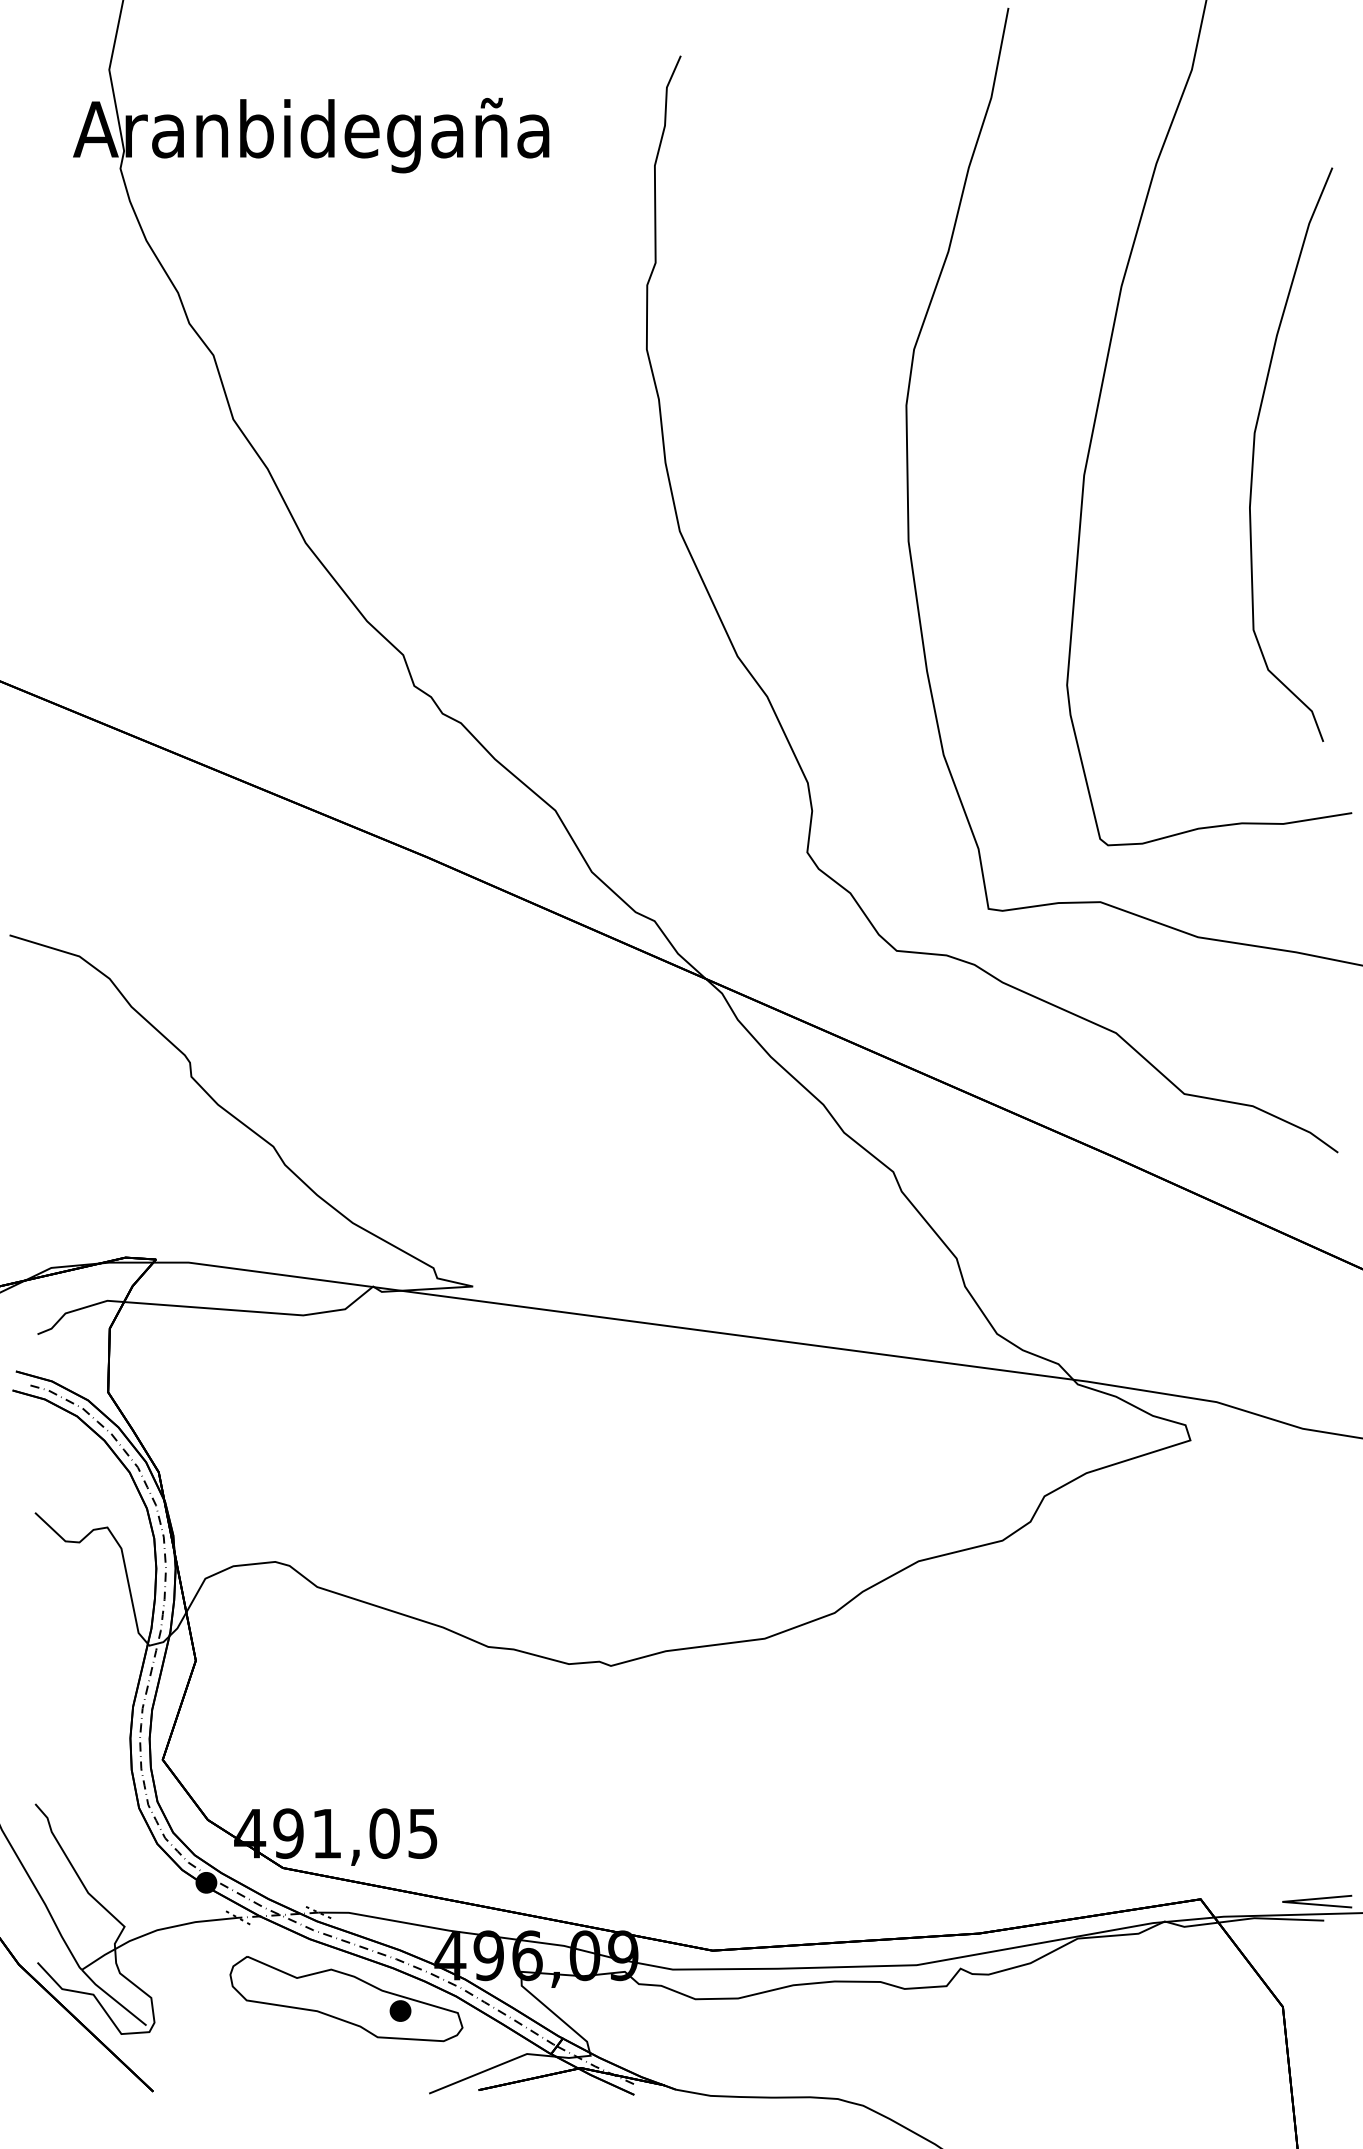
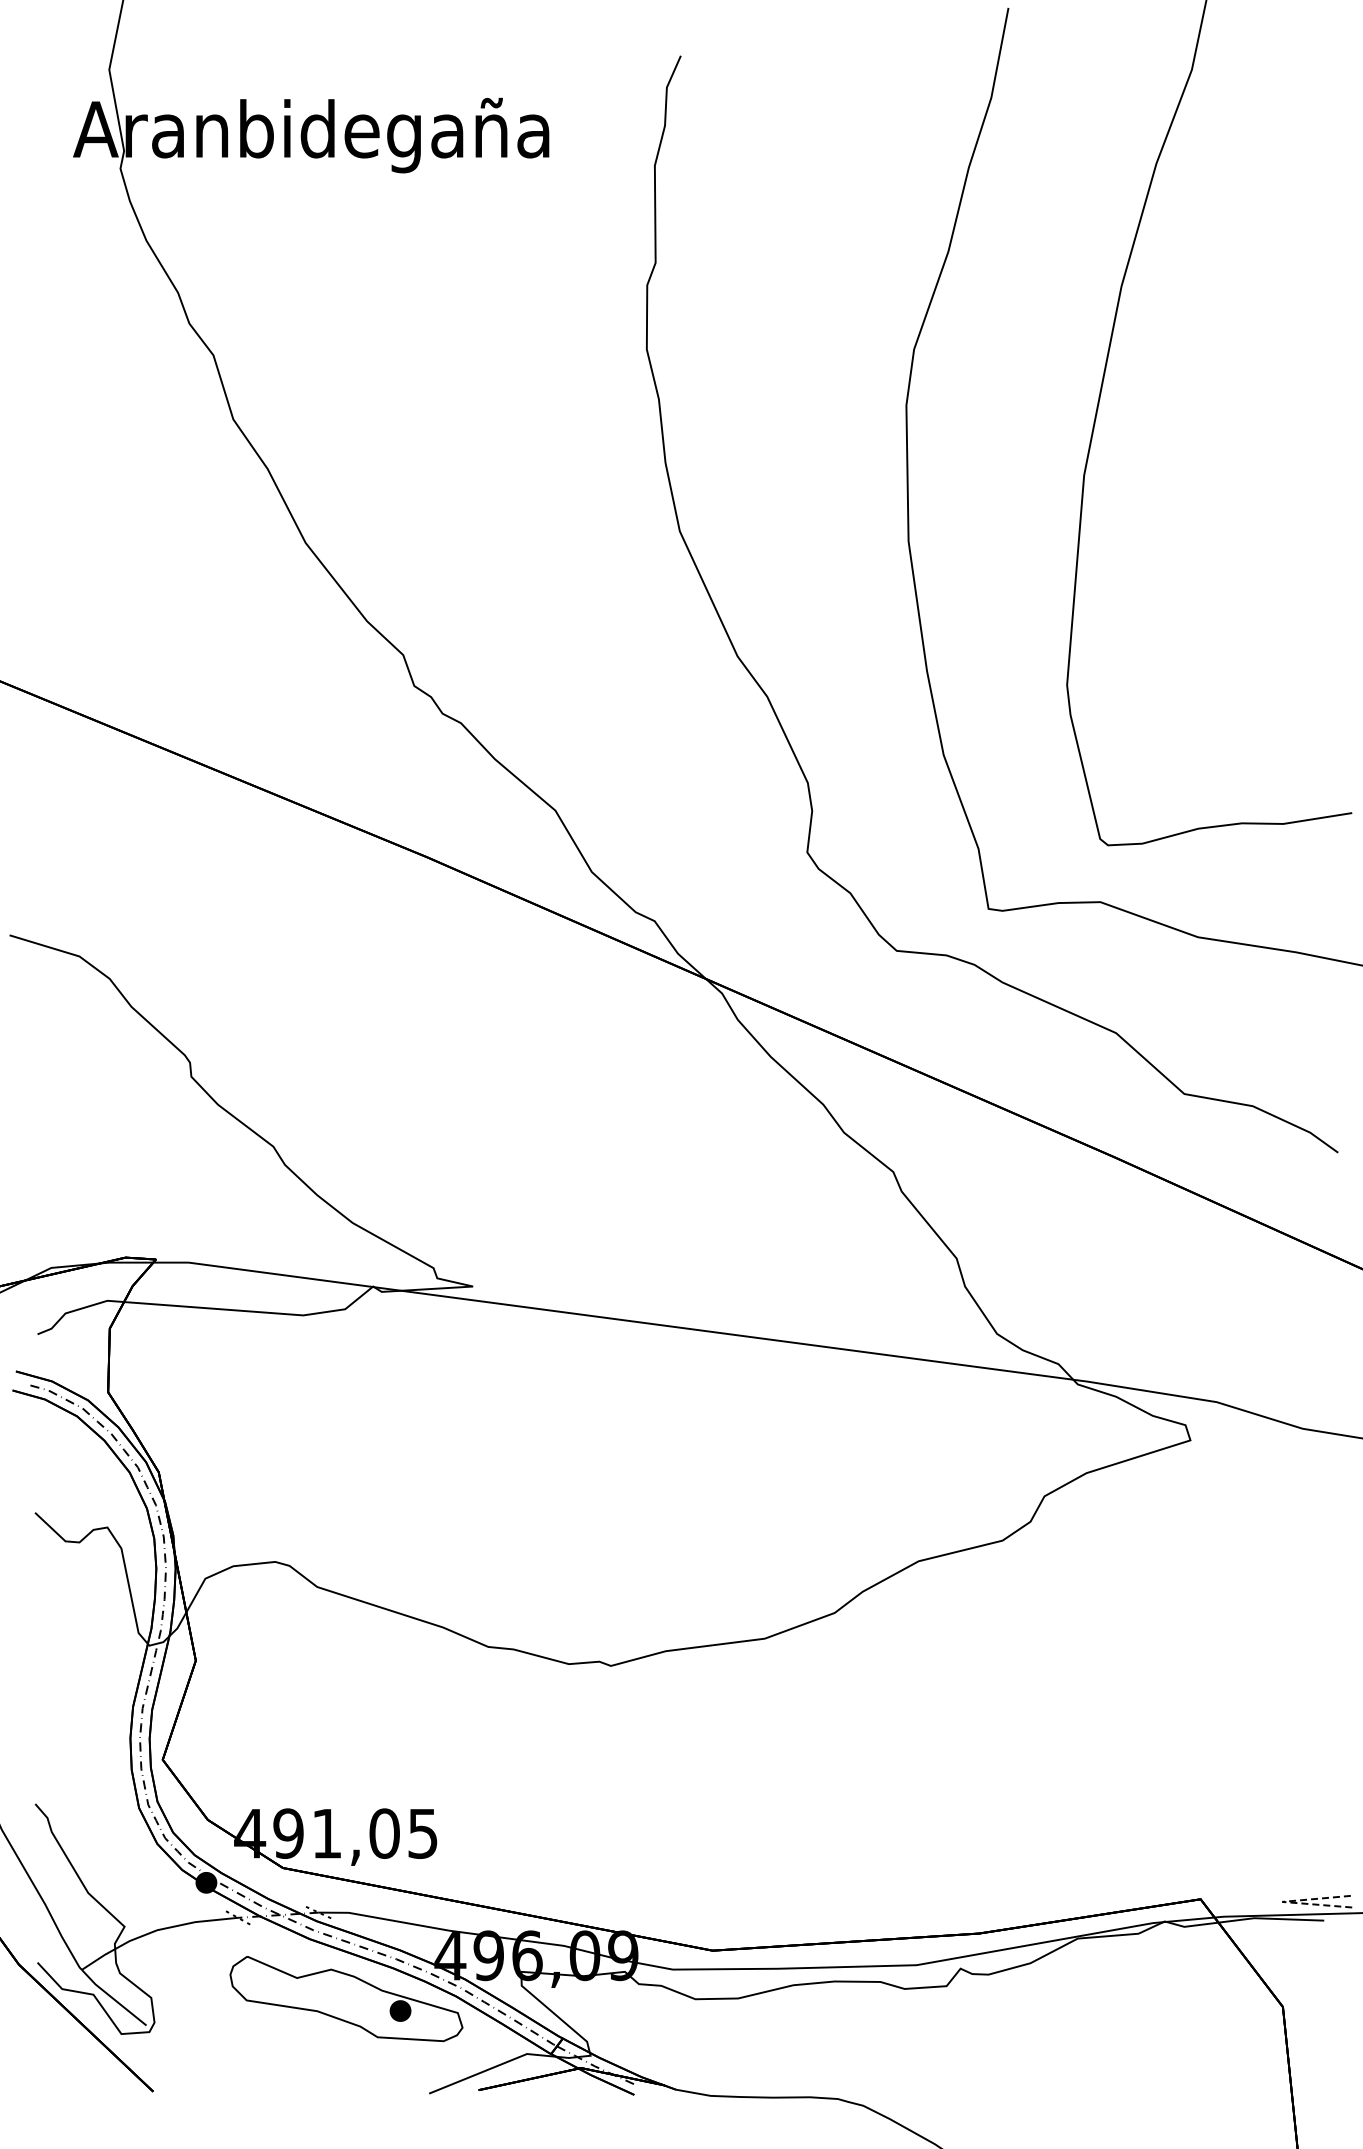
curve at (1254, 454): present -> none
line at (1282, 1901): solid -> dashed
